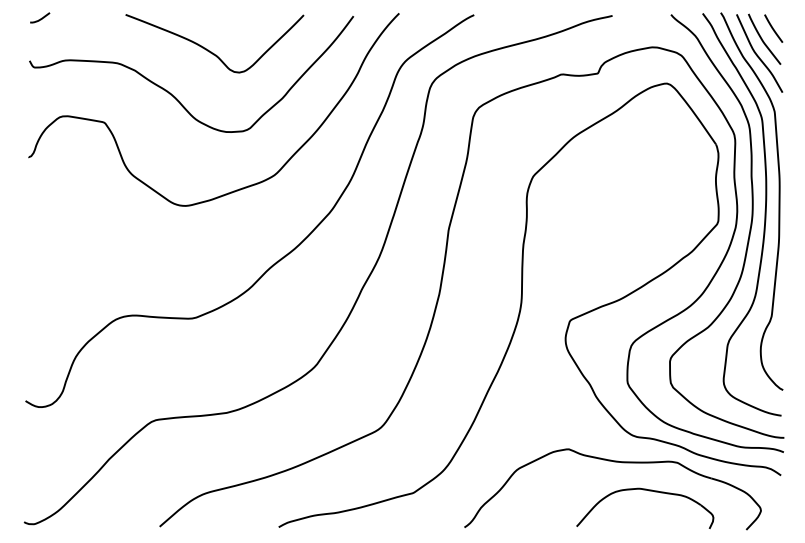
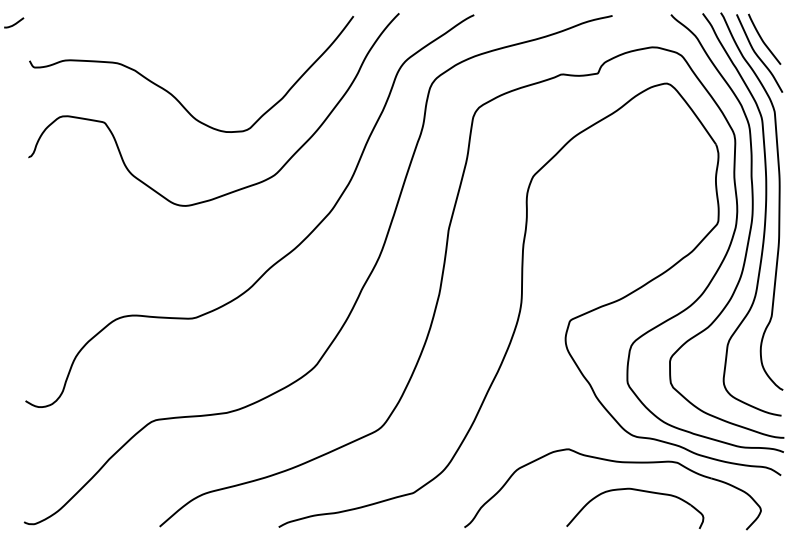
curve at (41, 17) position: (41, 17) -> (15, 22)
line at (773, 28): present -> none
curve at (208, 49): present -> none
part at (649, 491) position: (649, 491) -> (639, 491)
